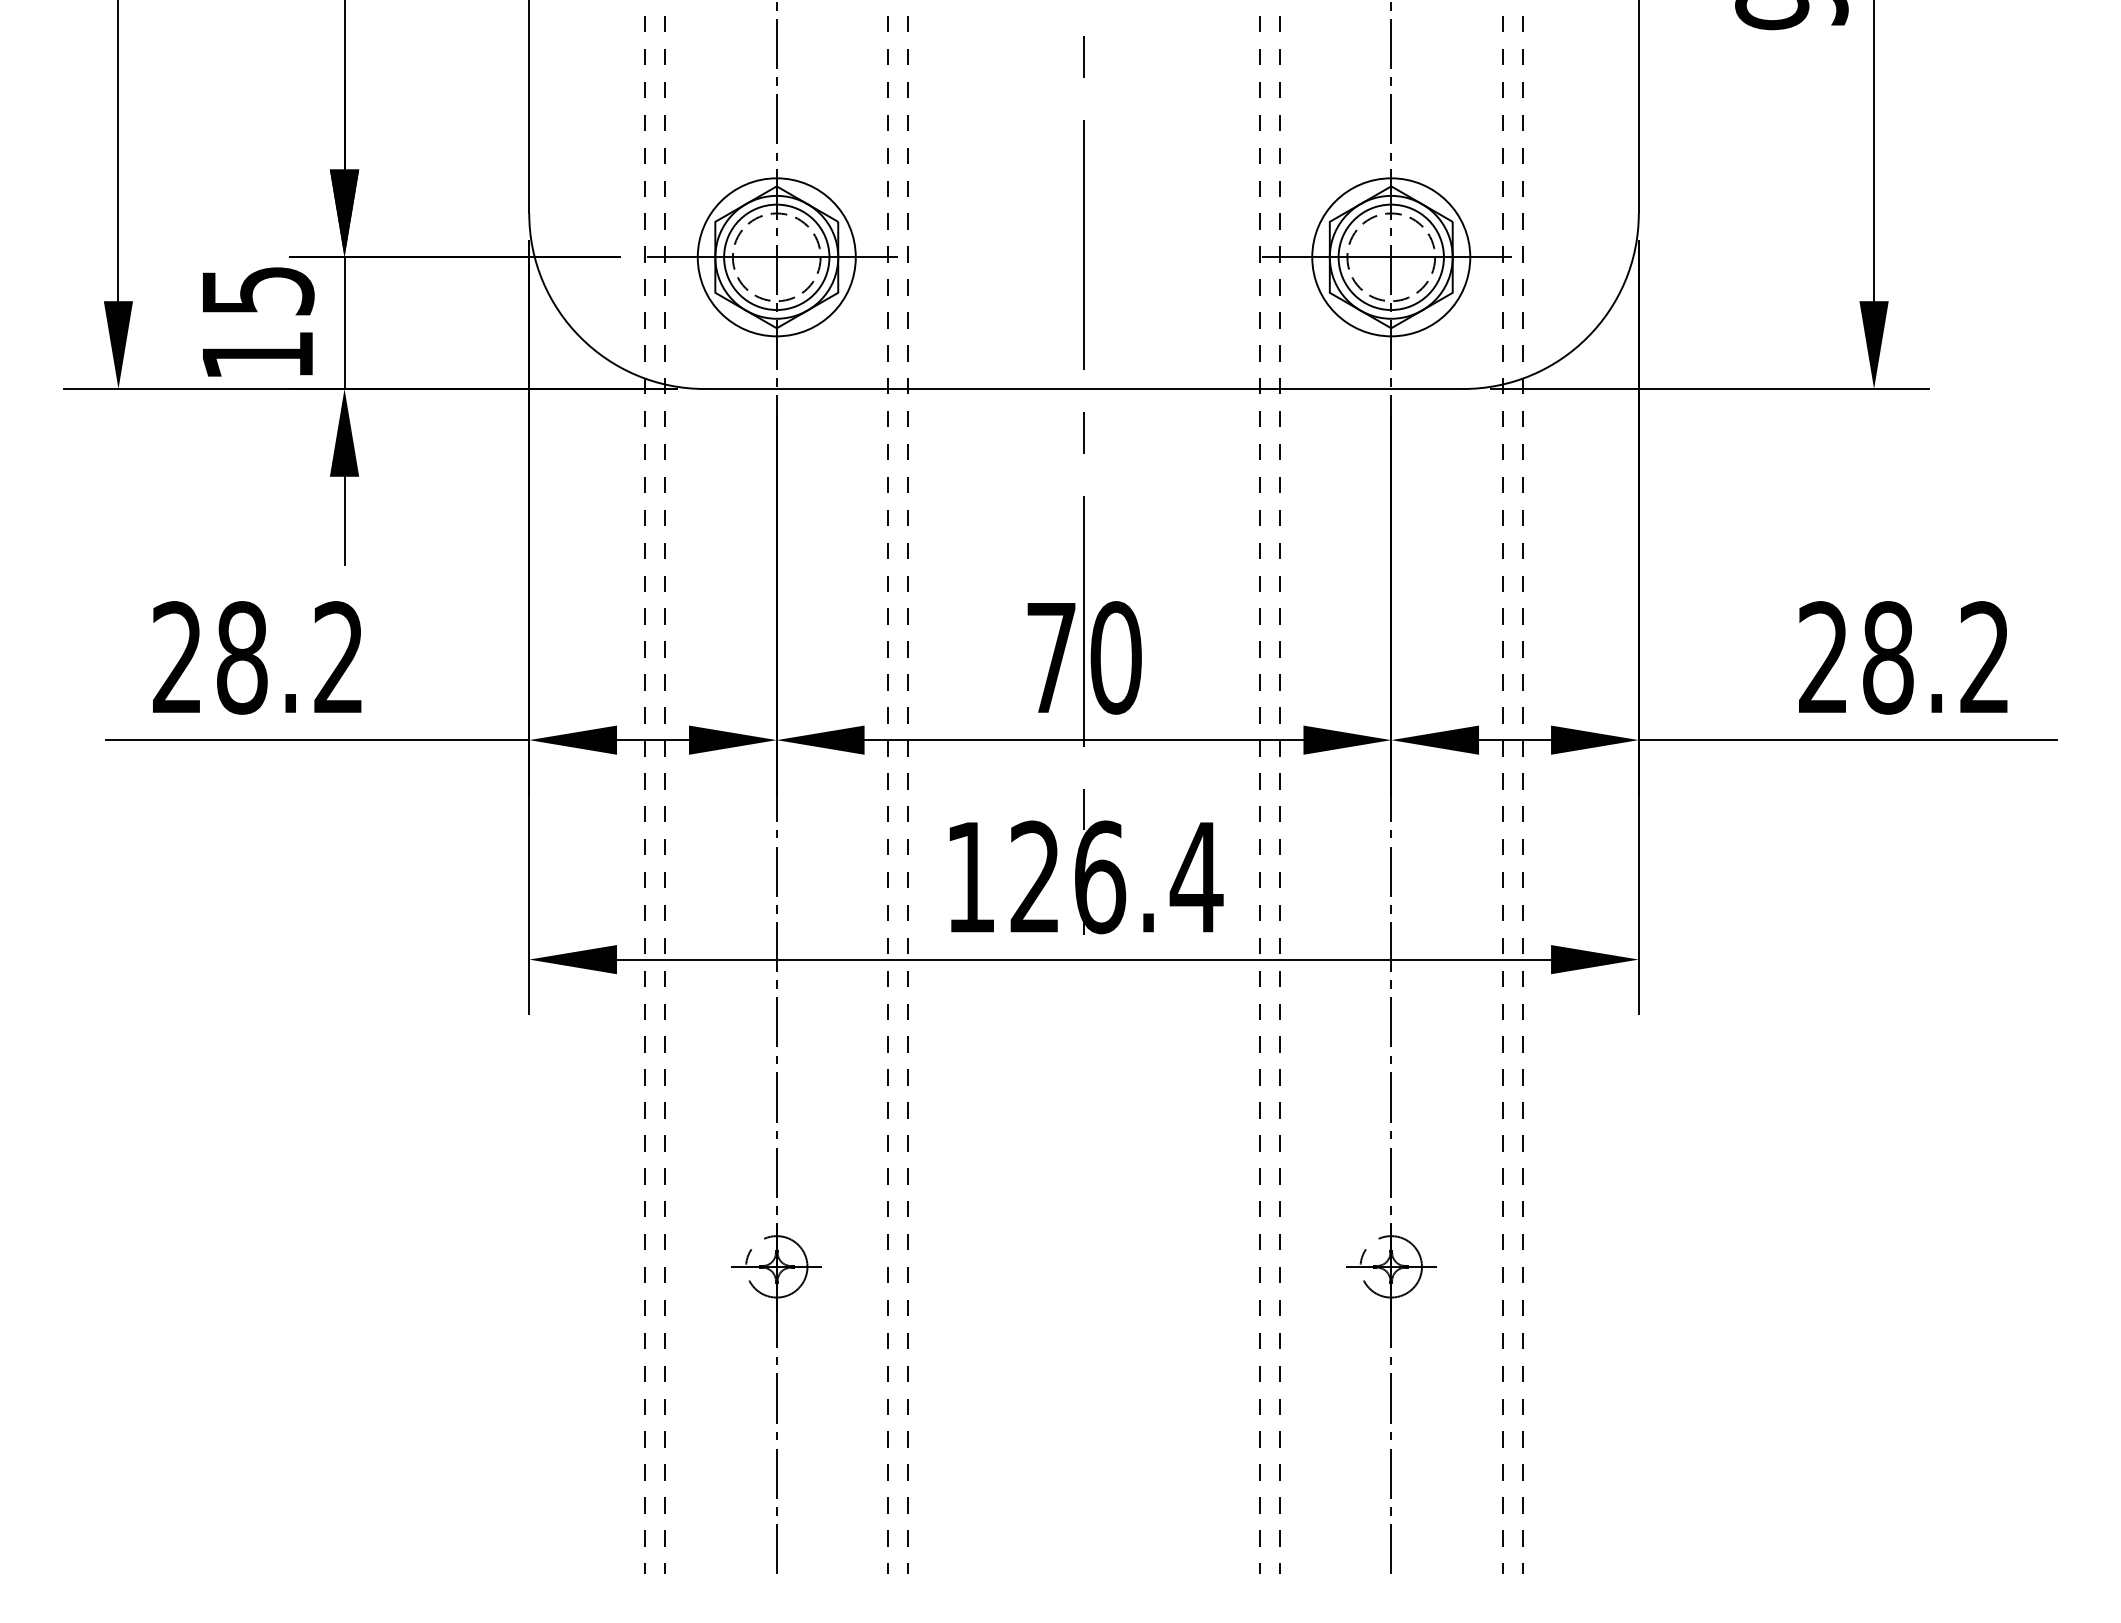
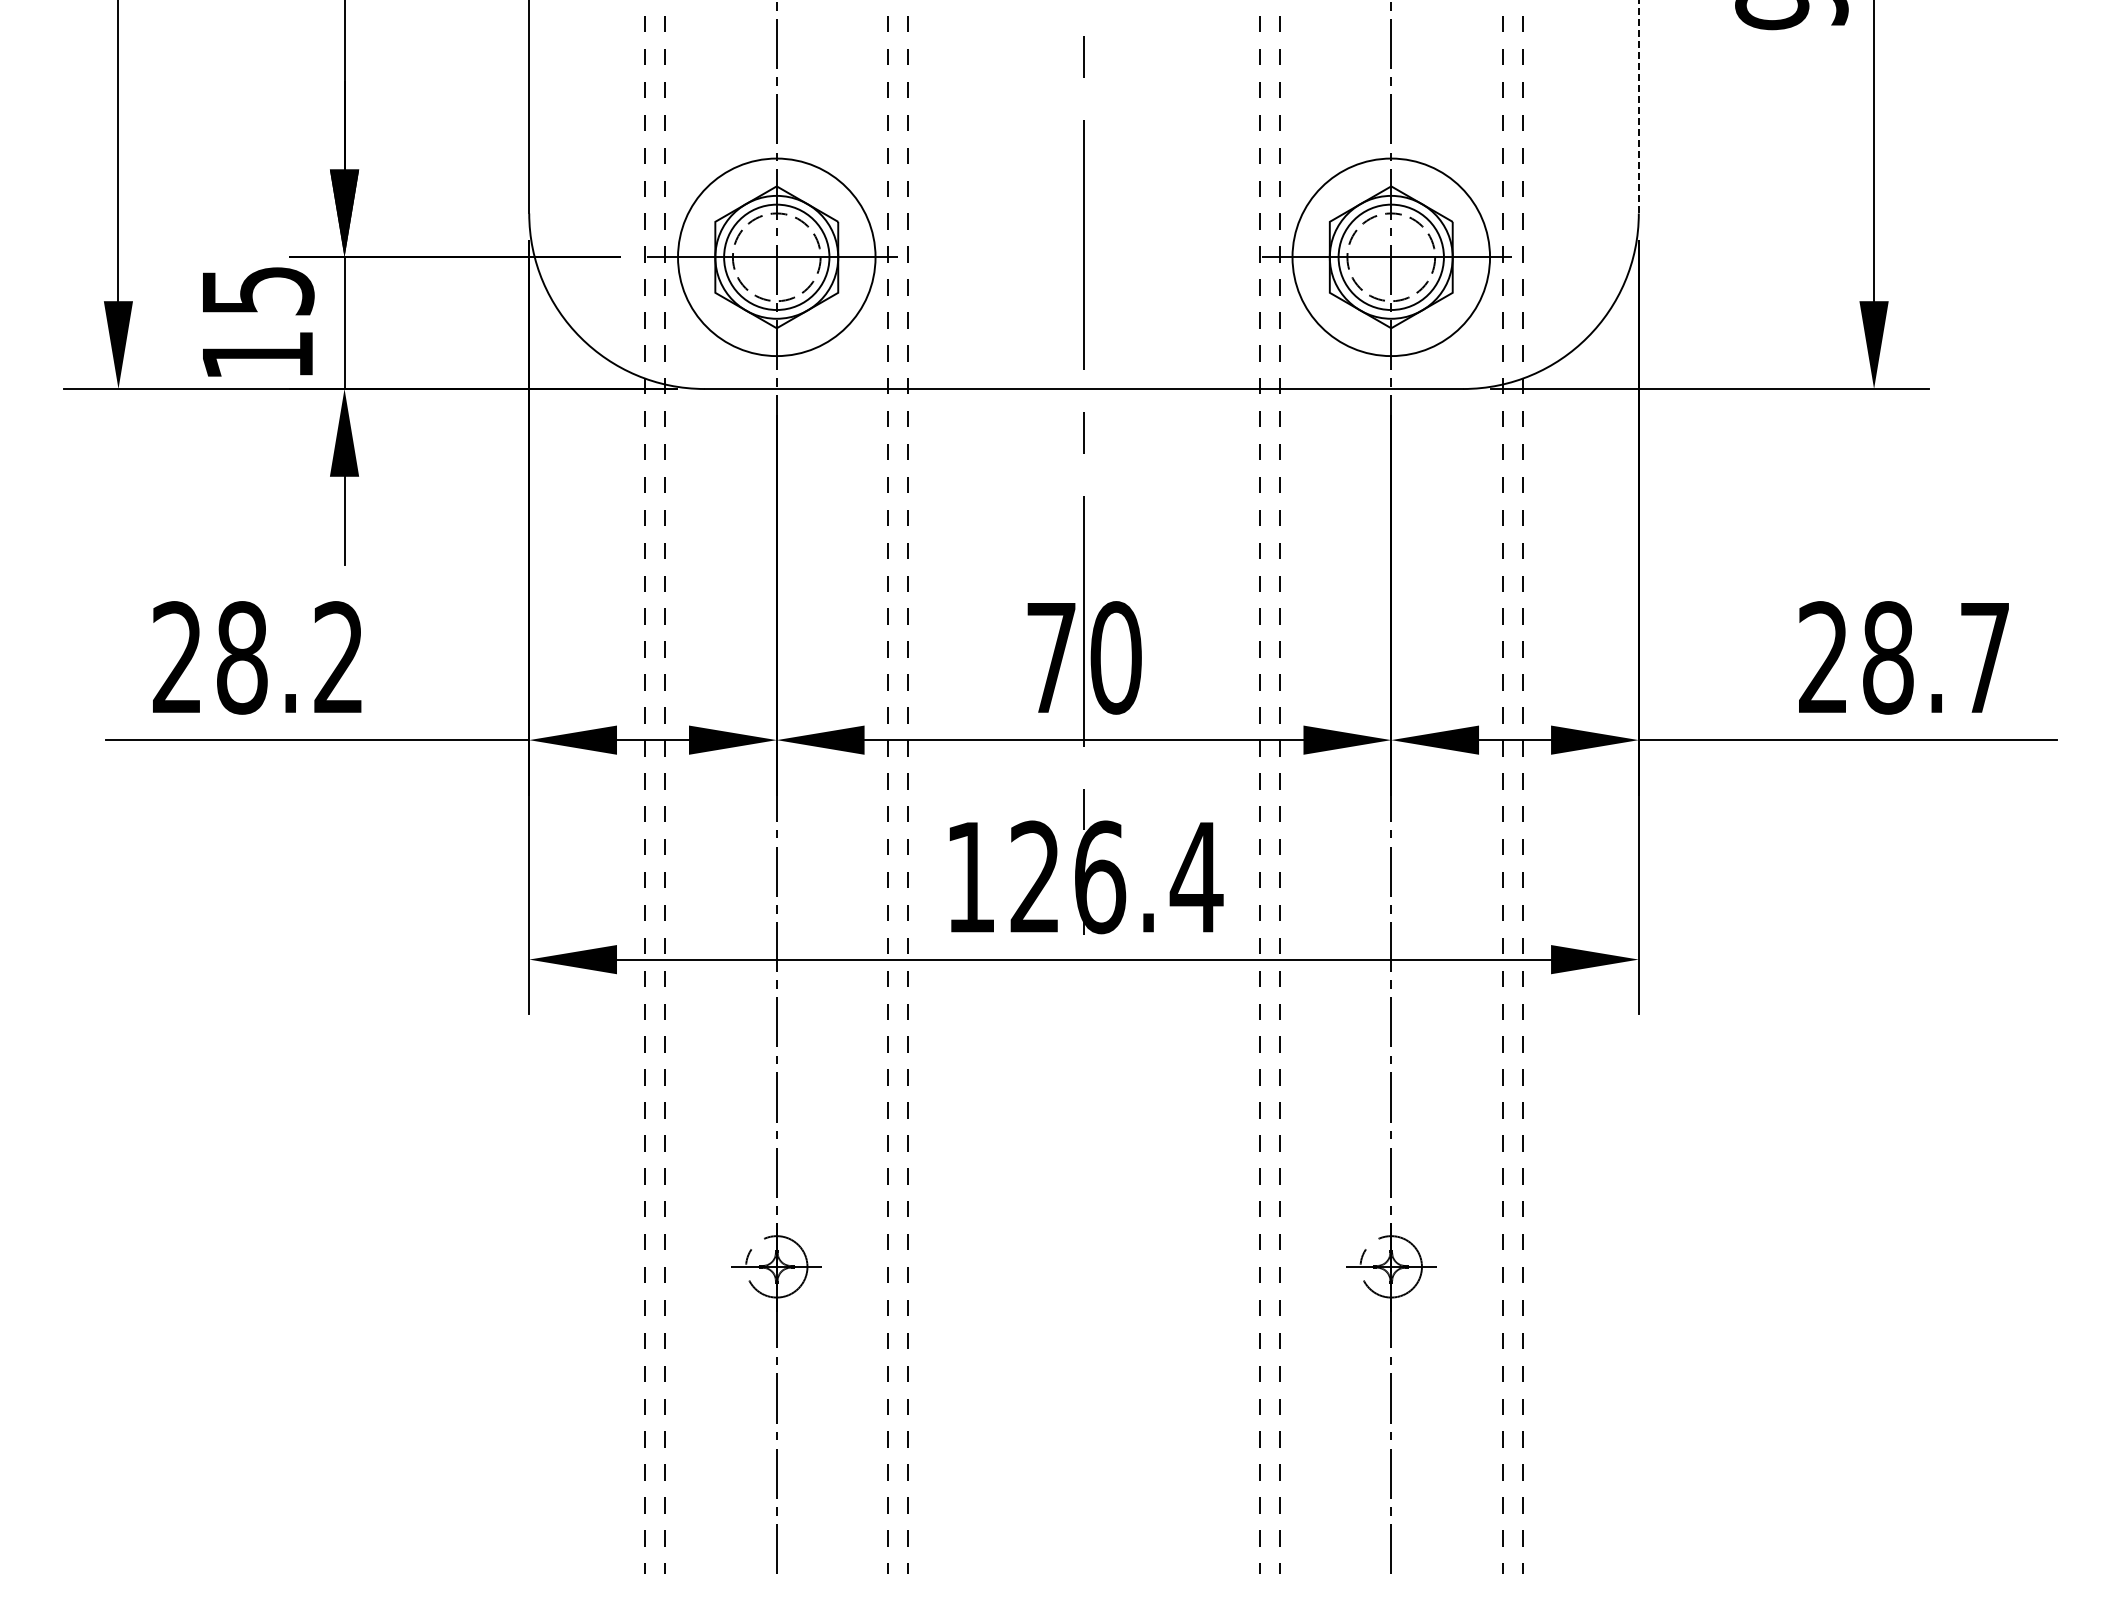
line at (1638, 107): solid -> dashed
circle at (776, 257) diameter: 158 px -> 198 px
circle at (1391, 257) diameter: 158 px -> 198 px
text at (1984, 656): 28.2 -> 28.7
